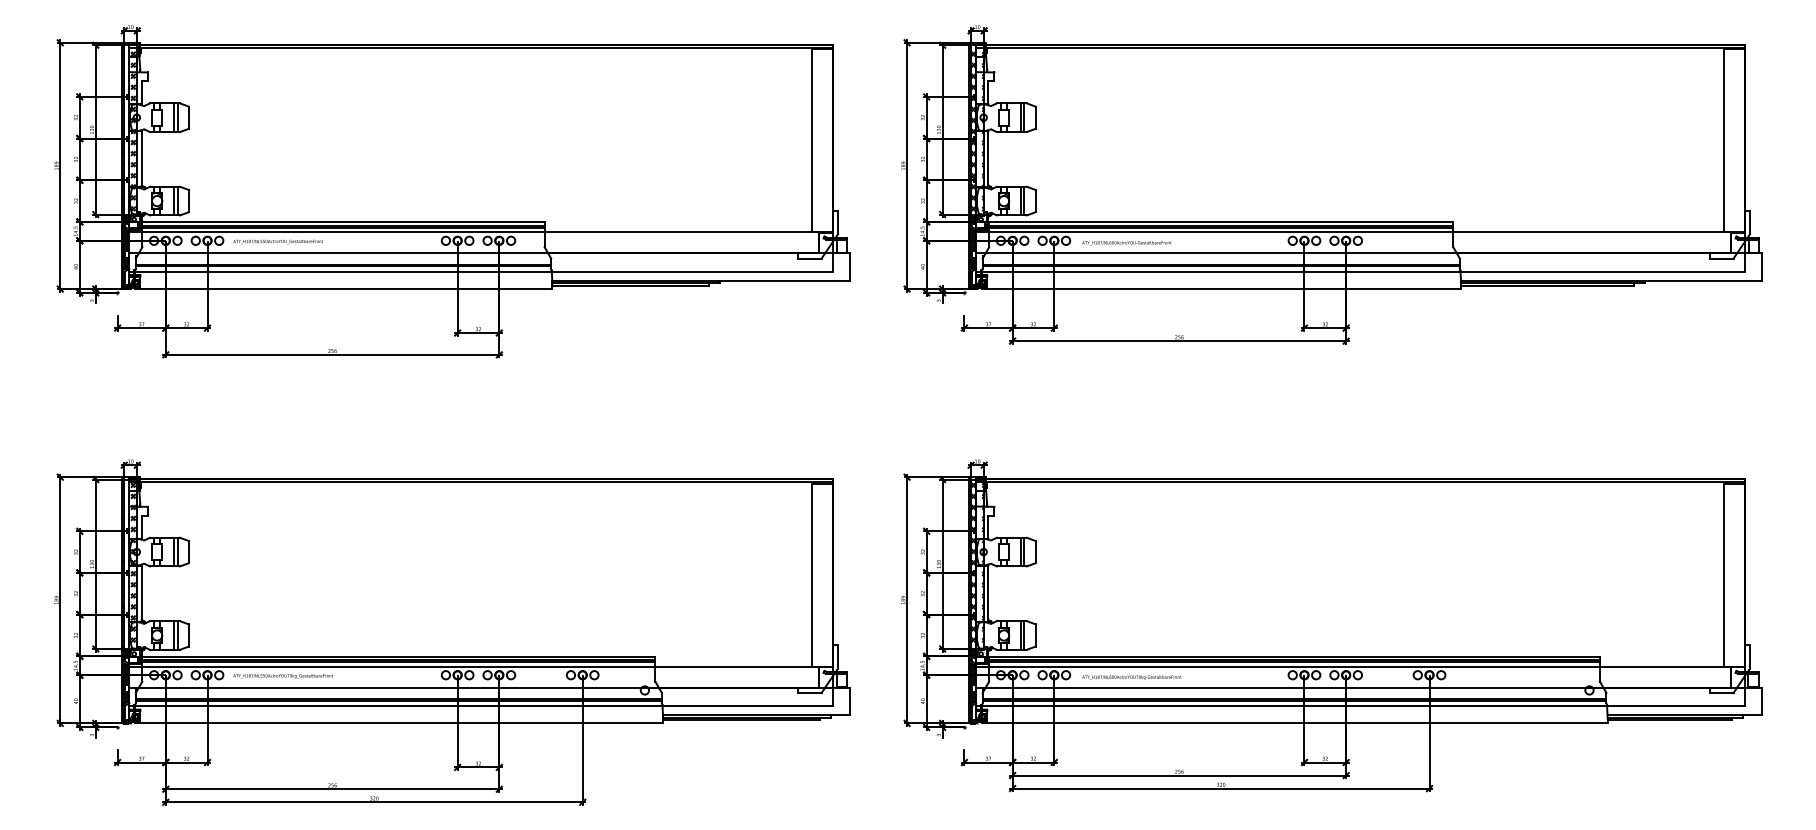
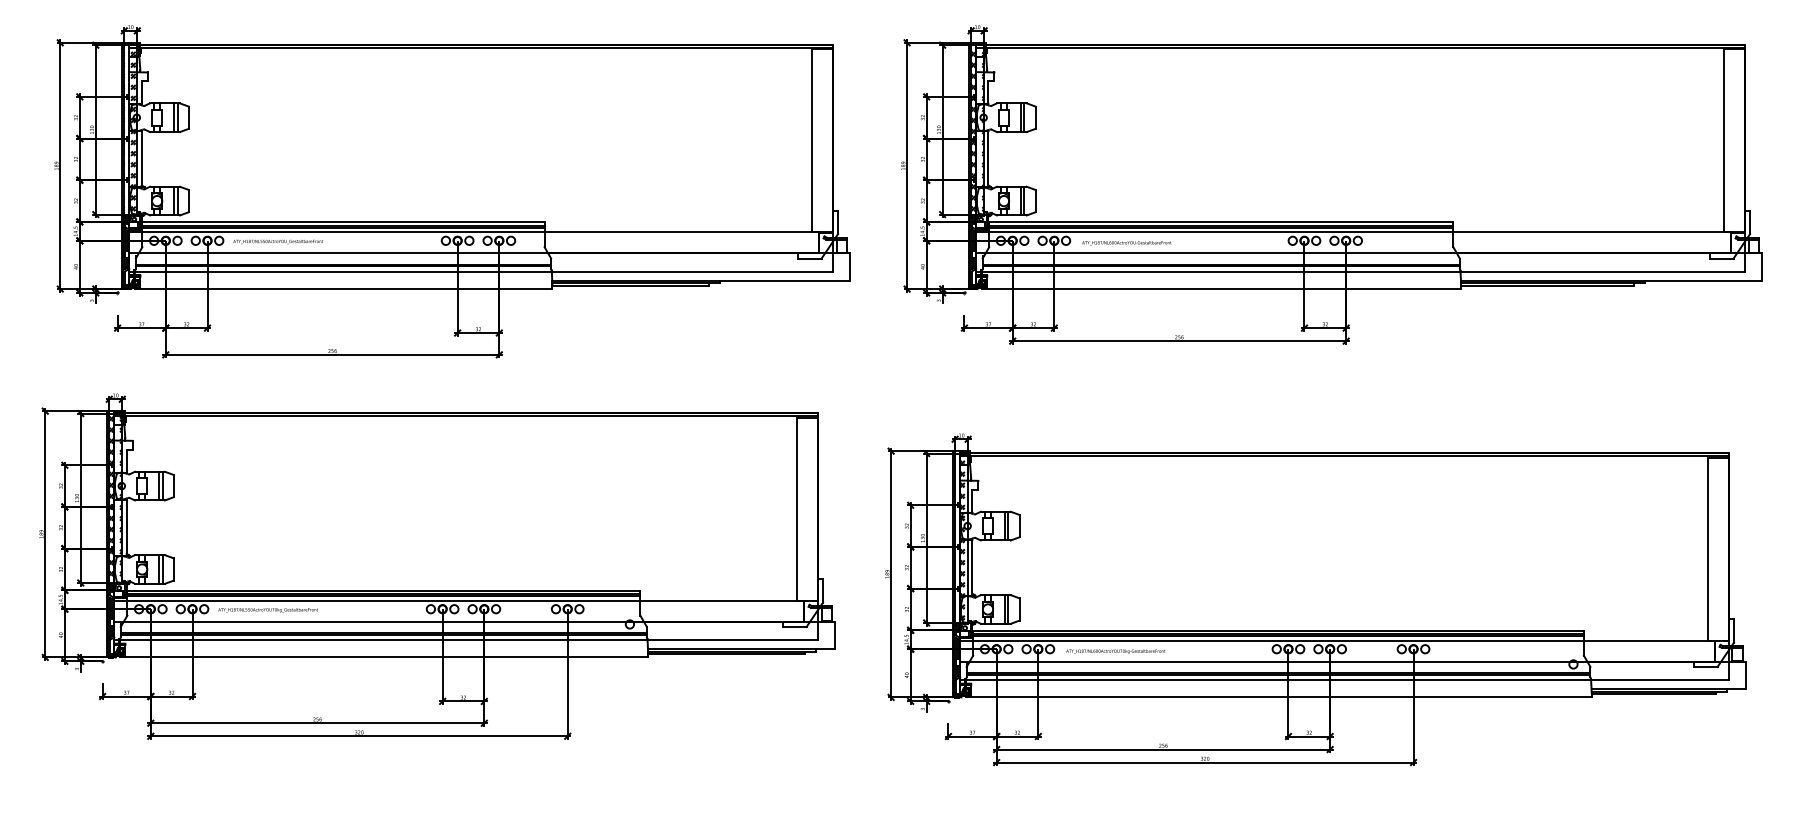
part at (1331, 625) position: (1331, 625) -> (1315, 599)
part at (452, 632) position: (452, 632) -> (437, 566)
